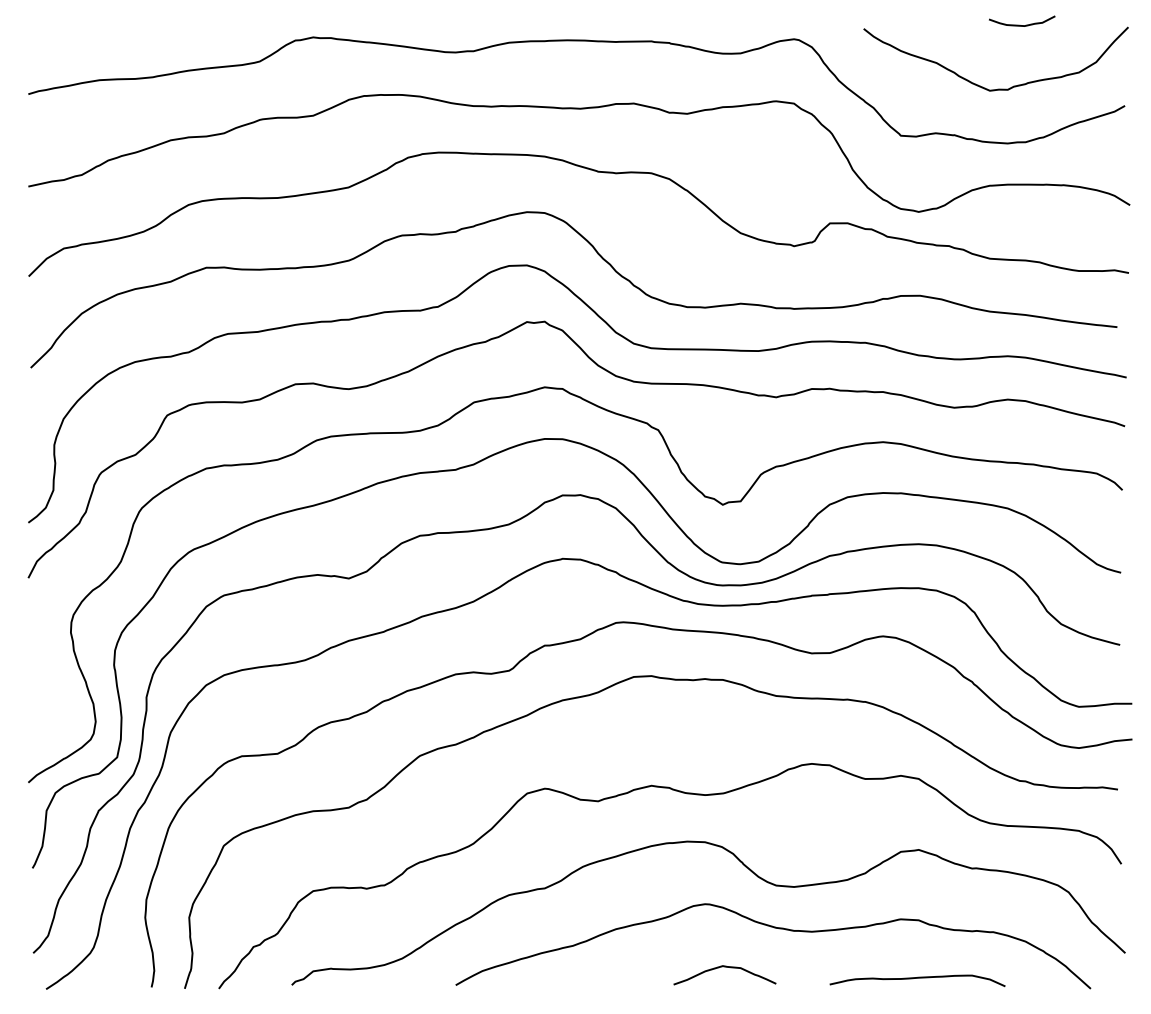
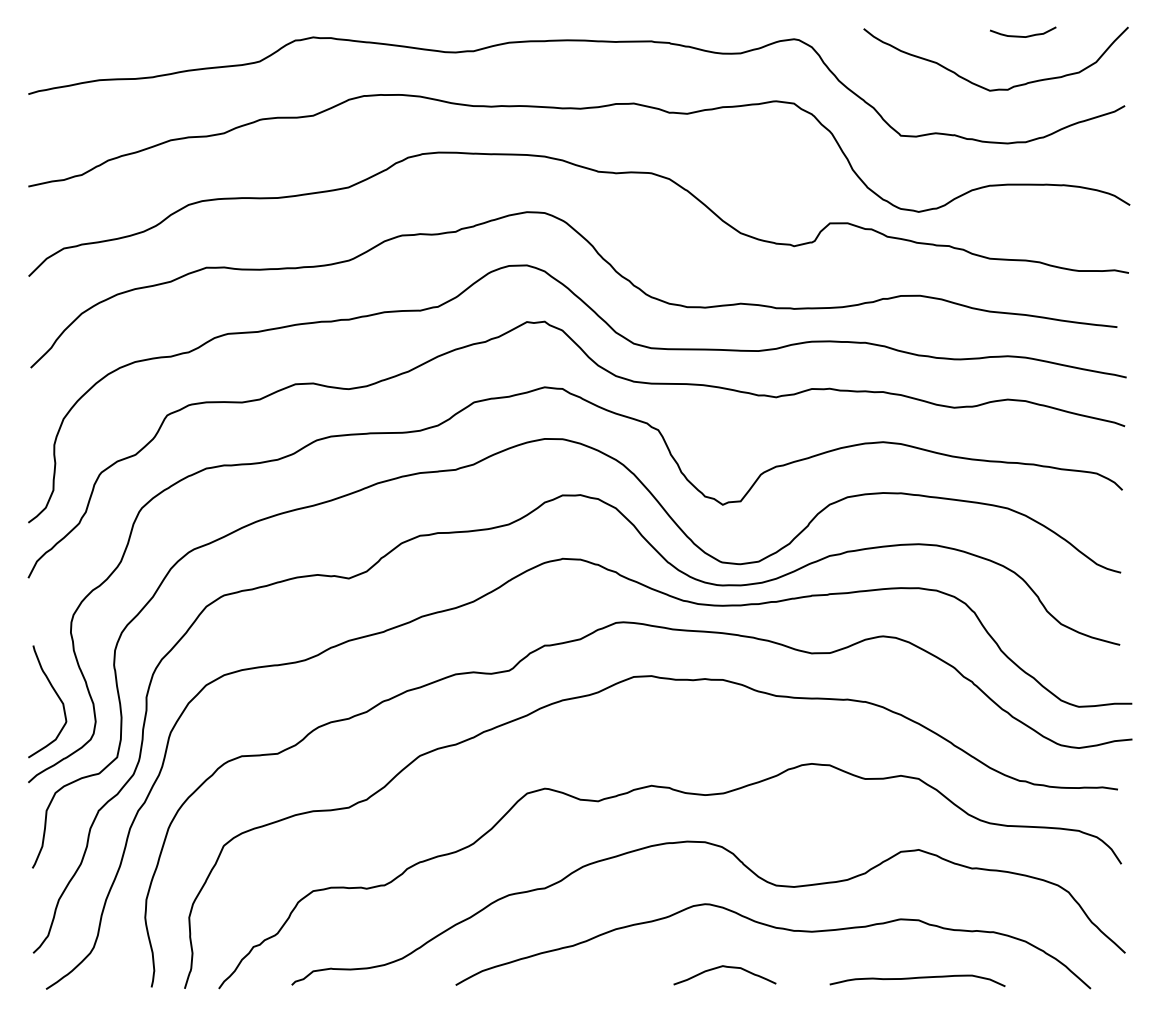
curve at (1019, 24) position: (1019, 24) -> (1020, 35)
curve at (56, 695): none -> present
